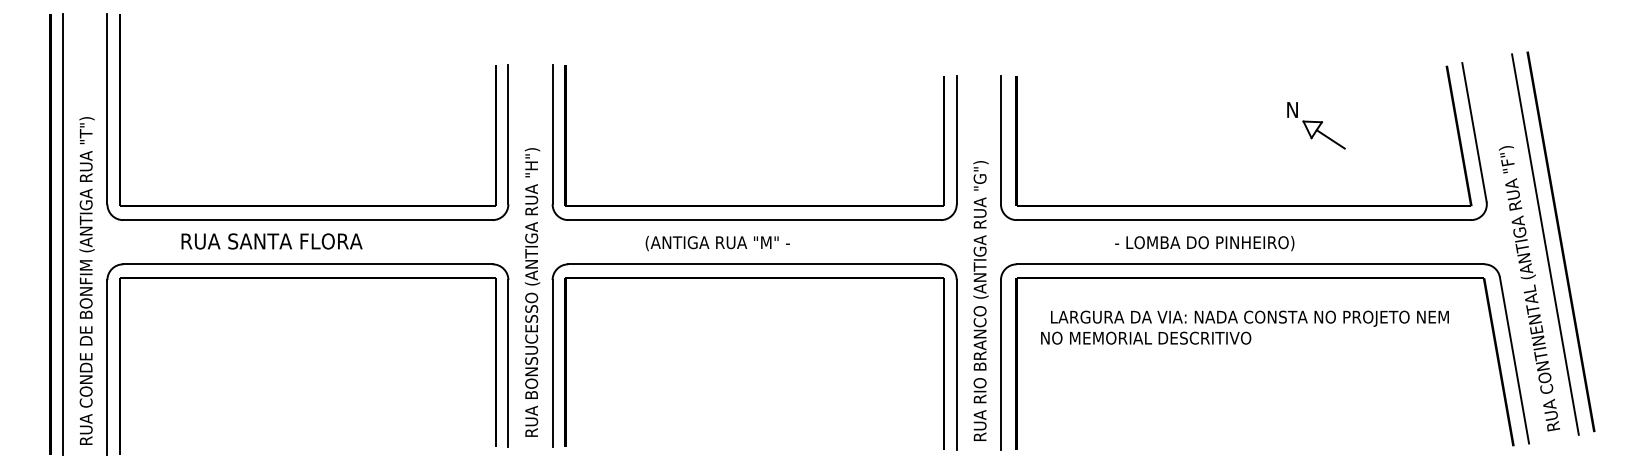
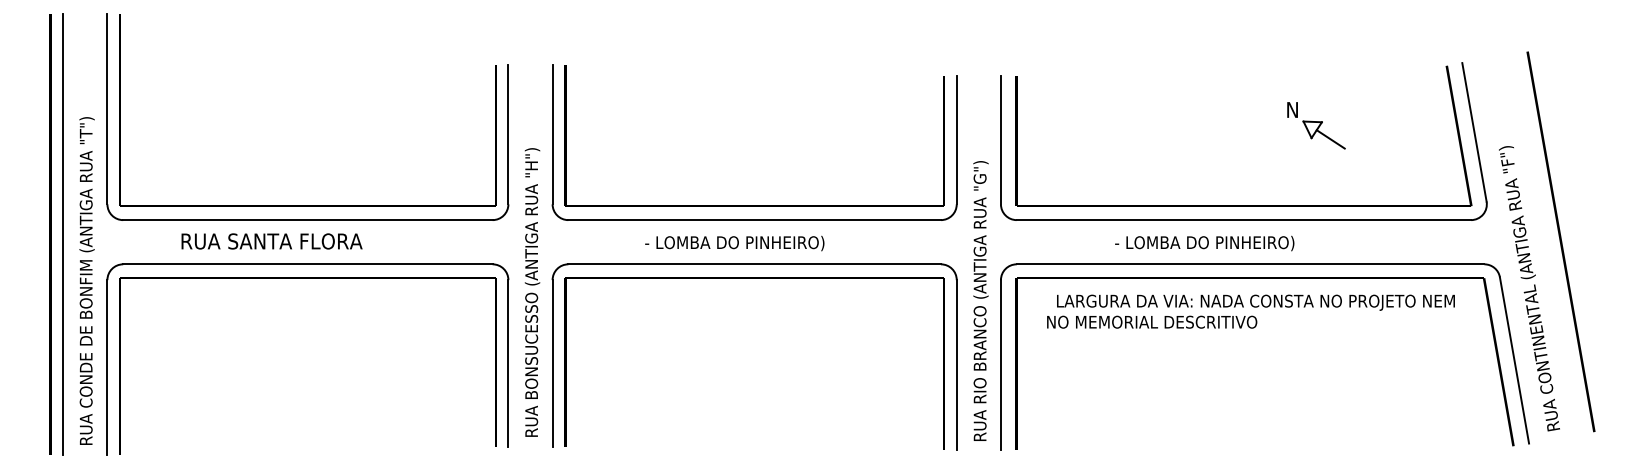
text at (734, 243): (ANTIGA RUA "M" - -> - LOMBA DO PINHEIRO)
line at (1545, 244): present -> none
text at (1244, 327) position: (1244, 327) -> (1250, 311)
